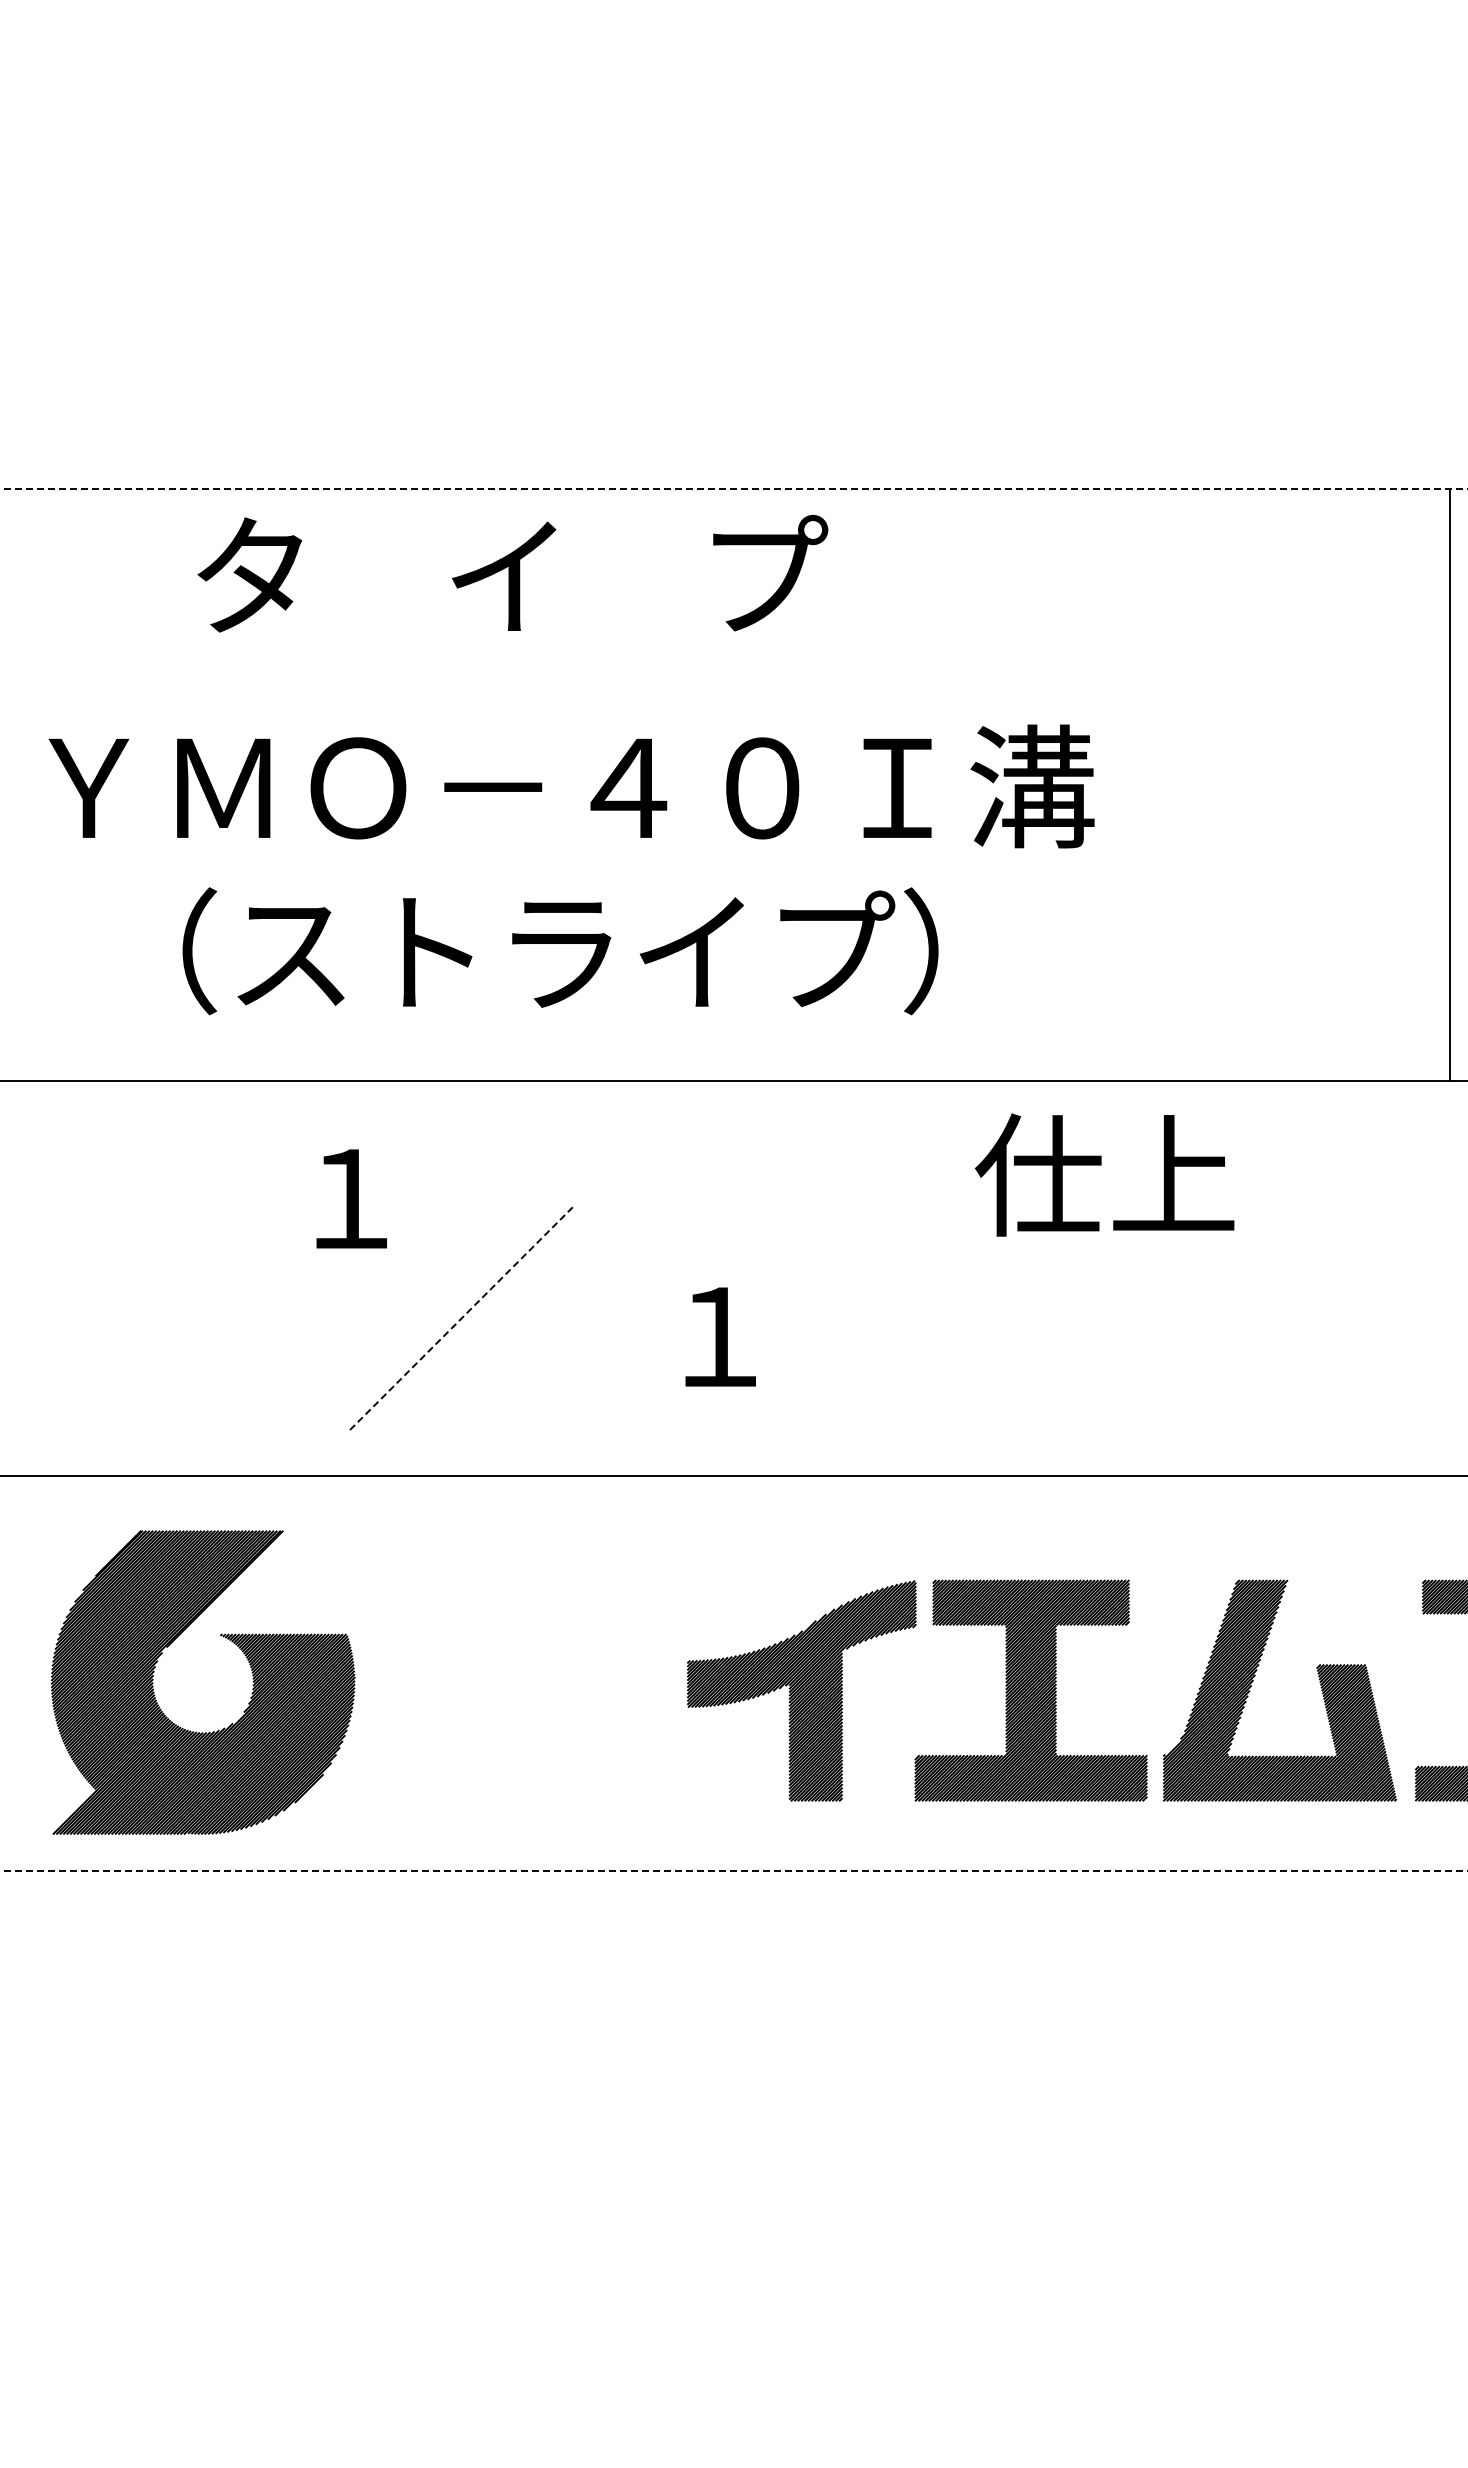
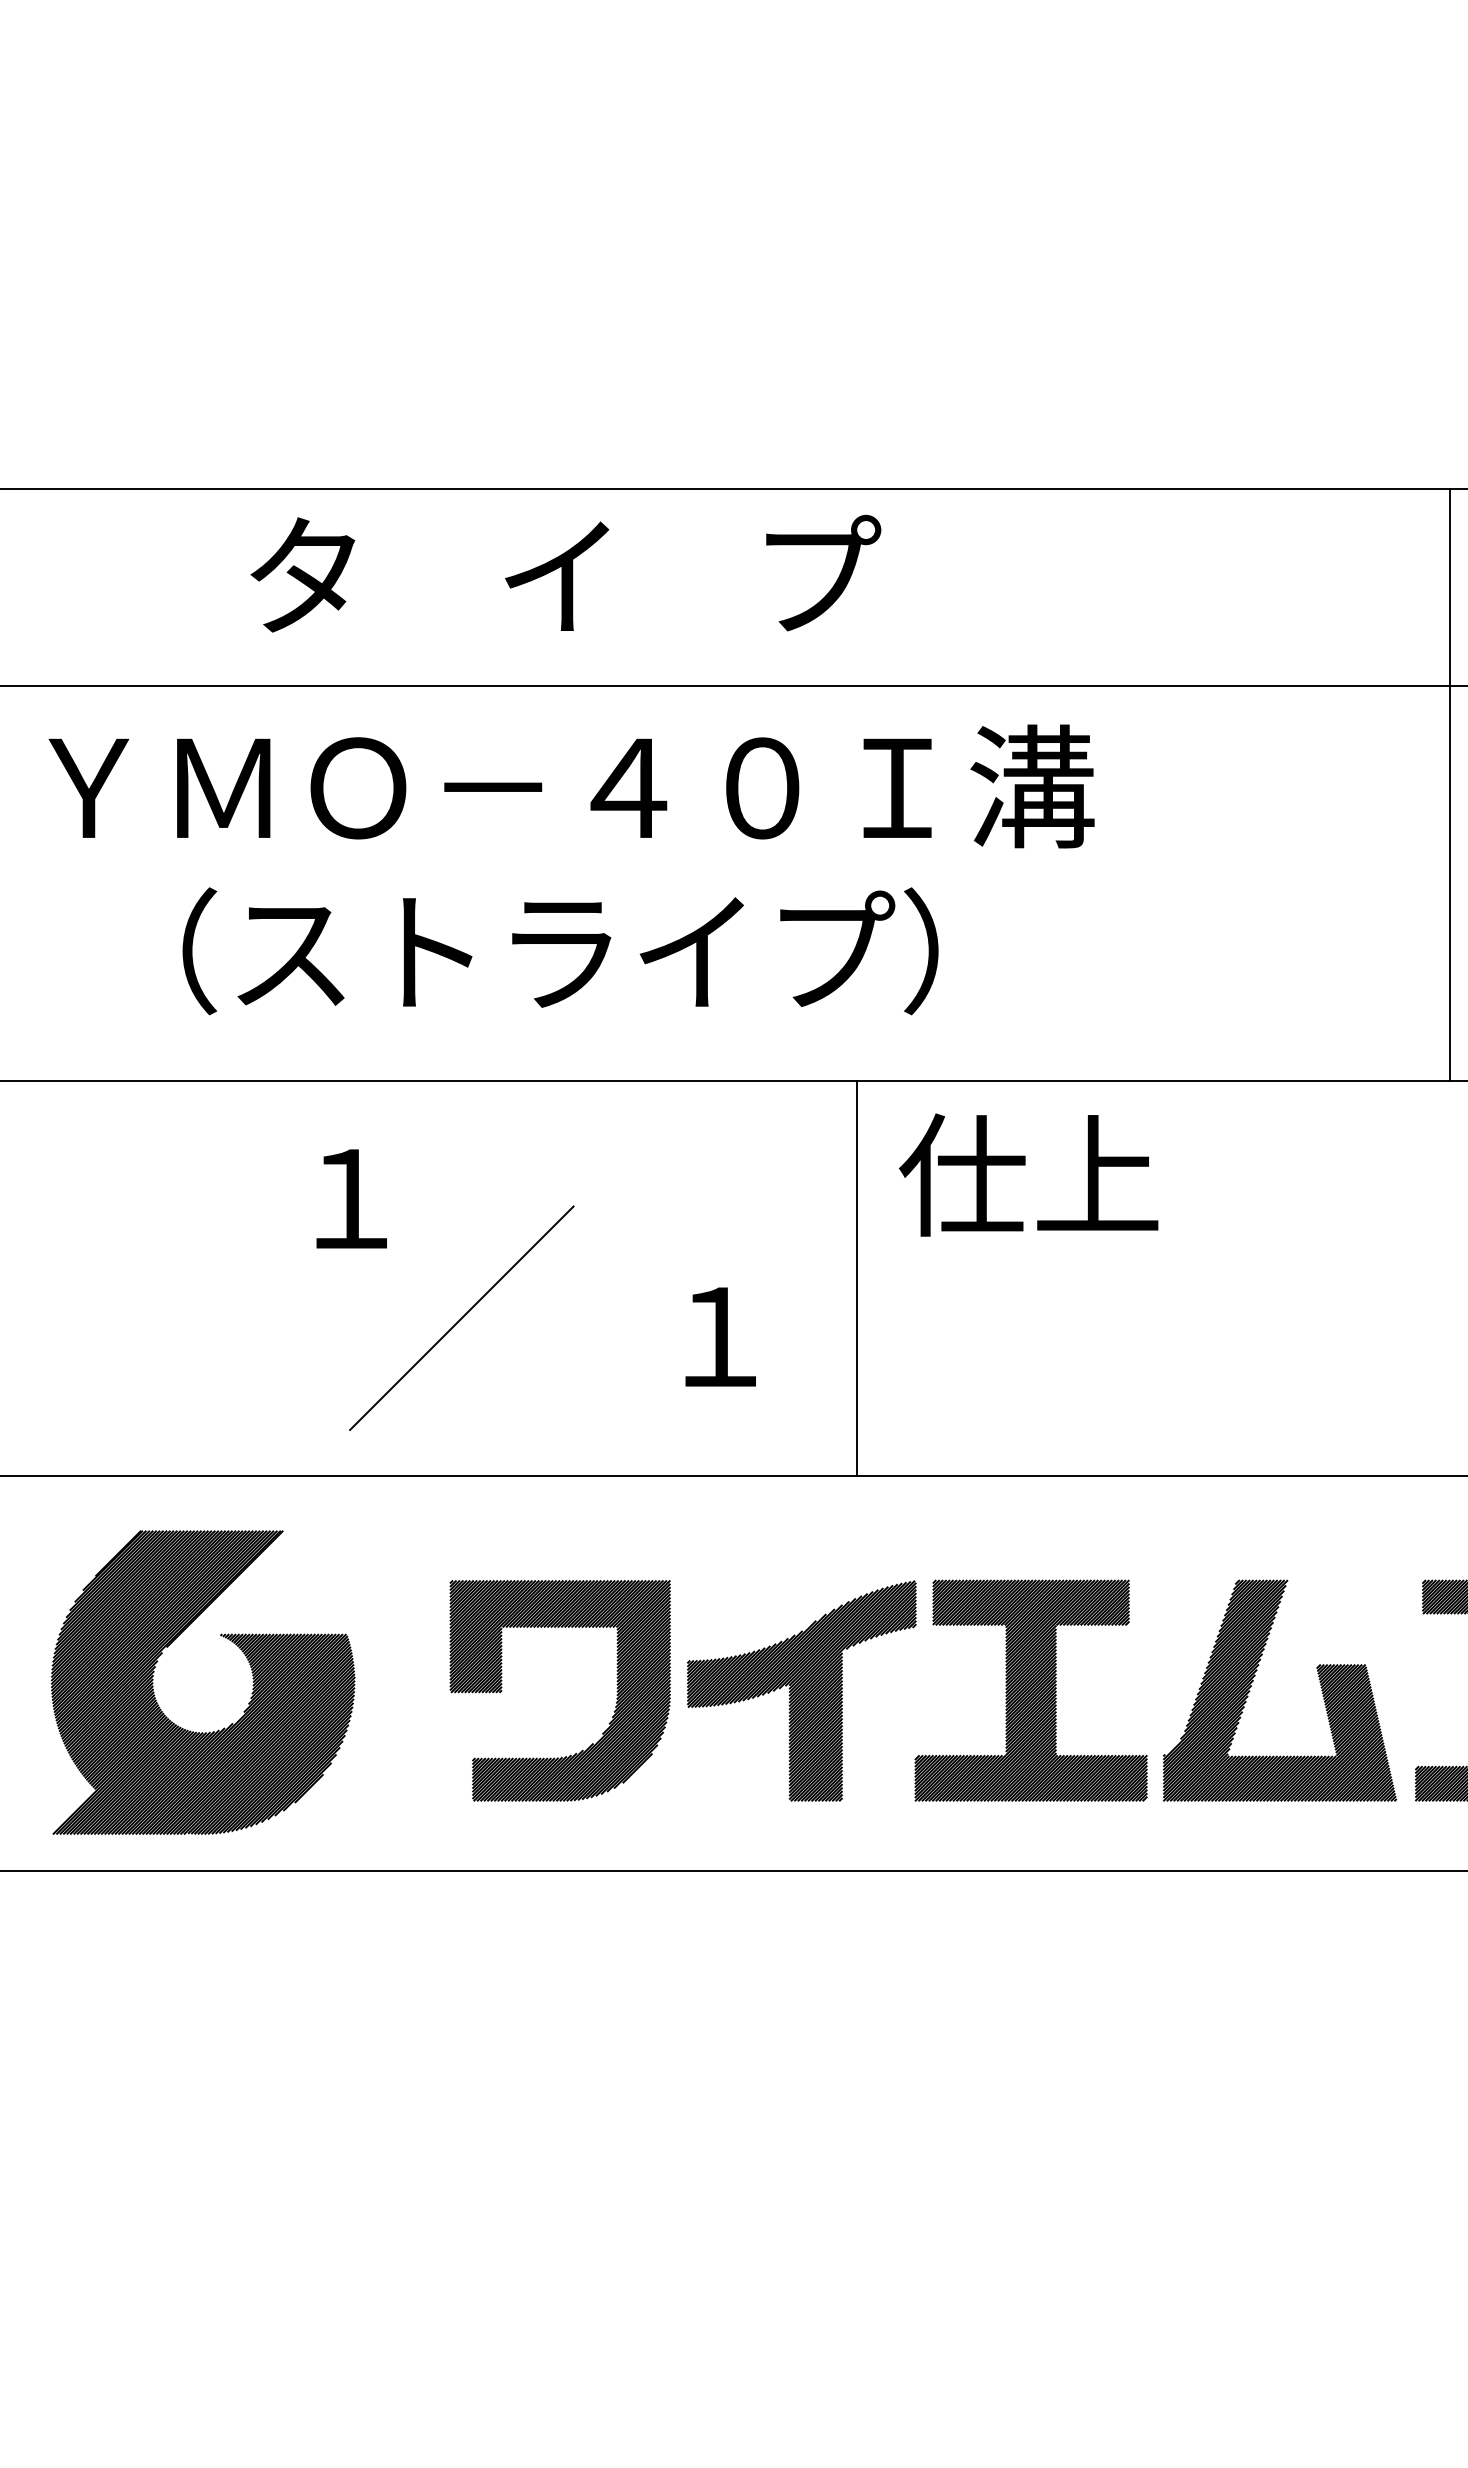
line at (734, 488): dashed -> solid
text at (512, 573) position: (512, 573) -> (565, 573)
line at (733, 686): none -> present
text at (1104, 1174) position: (1104, 1174) -> (1028, 1174)
line at (856, 1278): none -> present
line at (462, 1317): dashed -> solid
part at (502, 1690): none -> present
line at (734, 1871): dashed -> solid
